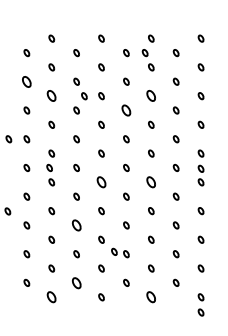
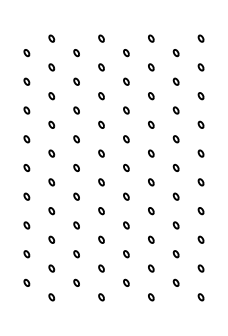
part at (144, 53): present -> none
part at (26, 81) size: 10x12 px -> 8x9 px
part at (51, 95) size: 11x12 px -> 8x9 px
part at (150, 95) size: 10x12 px -> 7x9 px
part at (84, 96): present -> none
part at (126, 110) size: 11x13 px -> 7x9 px
part at (8, 139): present -> none
part at (49, 167): present -> none
part at (200, 168): present -> none
part at (101, 182) size: 11x13 px -> 7x9 px
part at (150, 182) size: 10x13 px -> 7x9 px
part at (7, 211): present -> none
part at (76, 225) size: 11x13 px -> 7x9 px
part at (114, 251): present -> none
part at (76, 283) size: 10x13 px -> 7x9 px
part at (51, 297) size: 11x13 px -> 8x9 px
part at (150, 297) size: 10x13 px -> 7x9 px
part at (200, 312): present -> none
